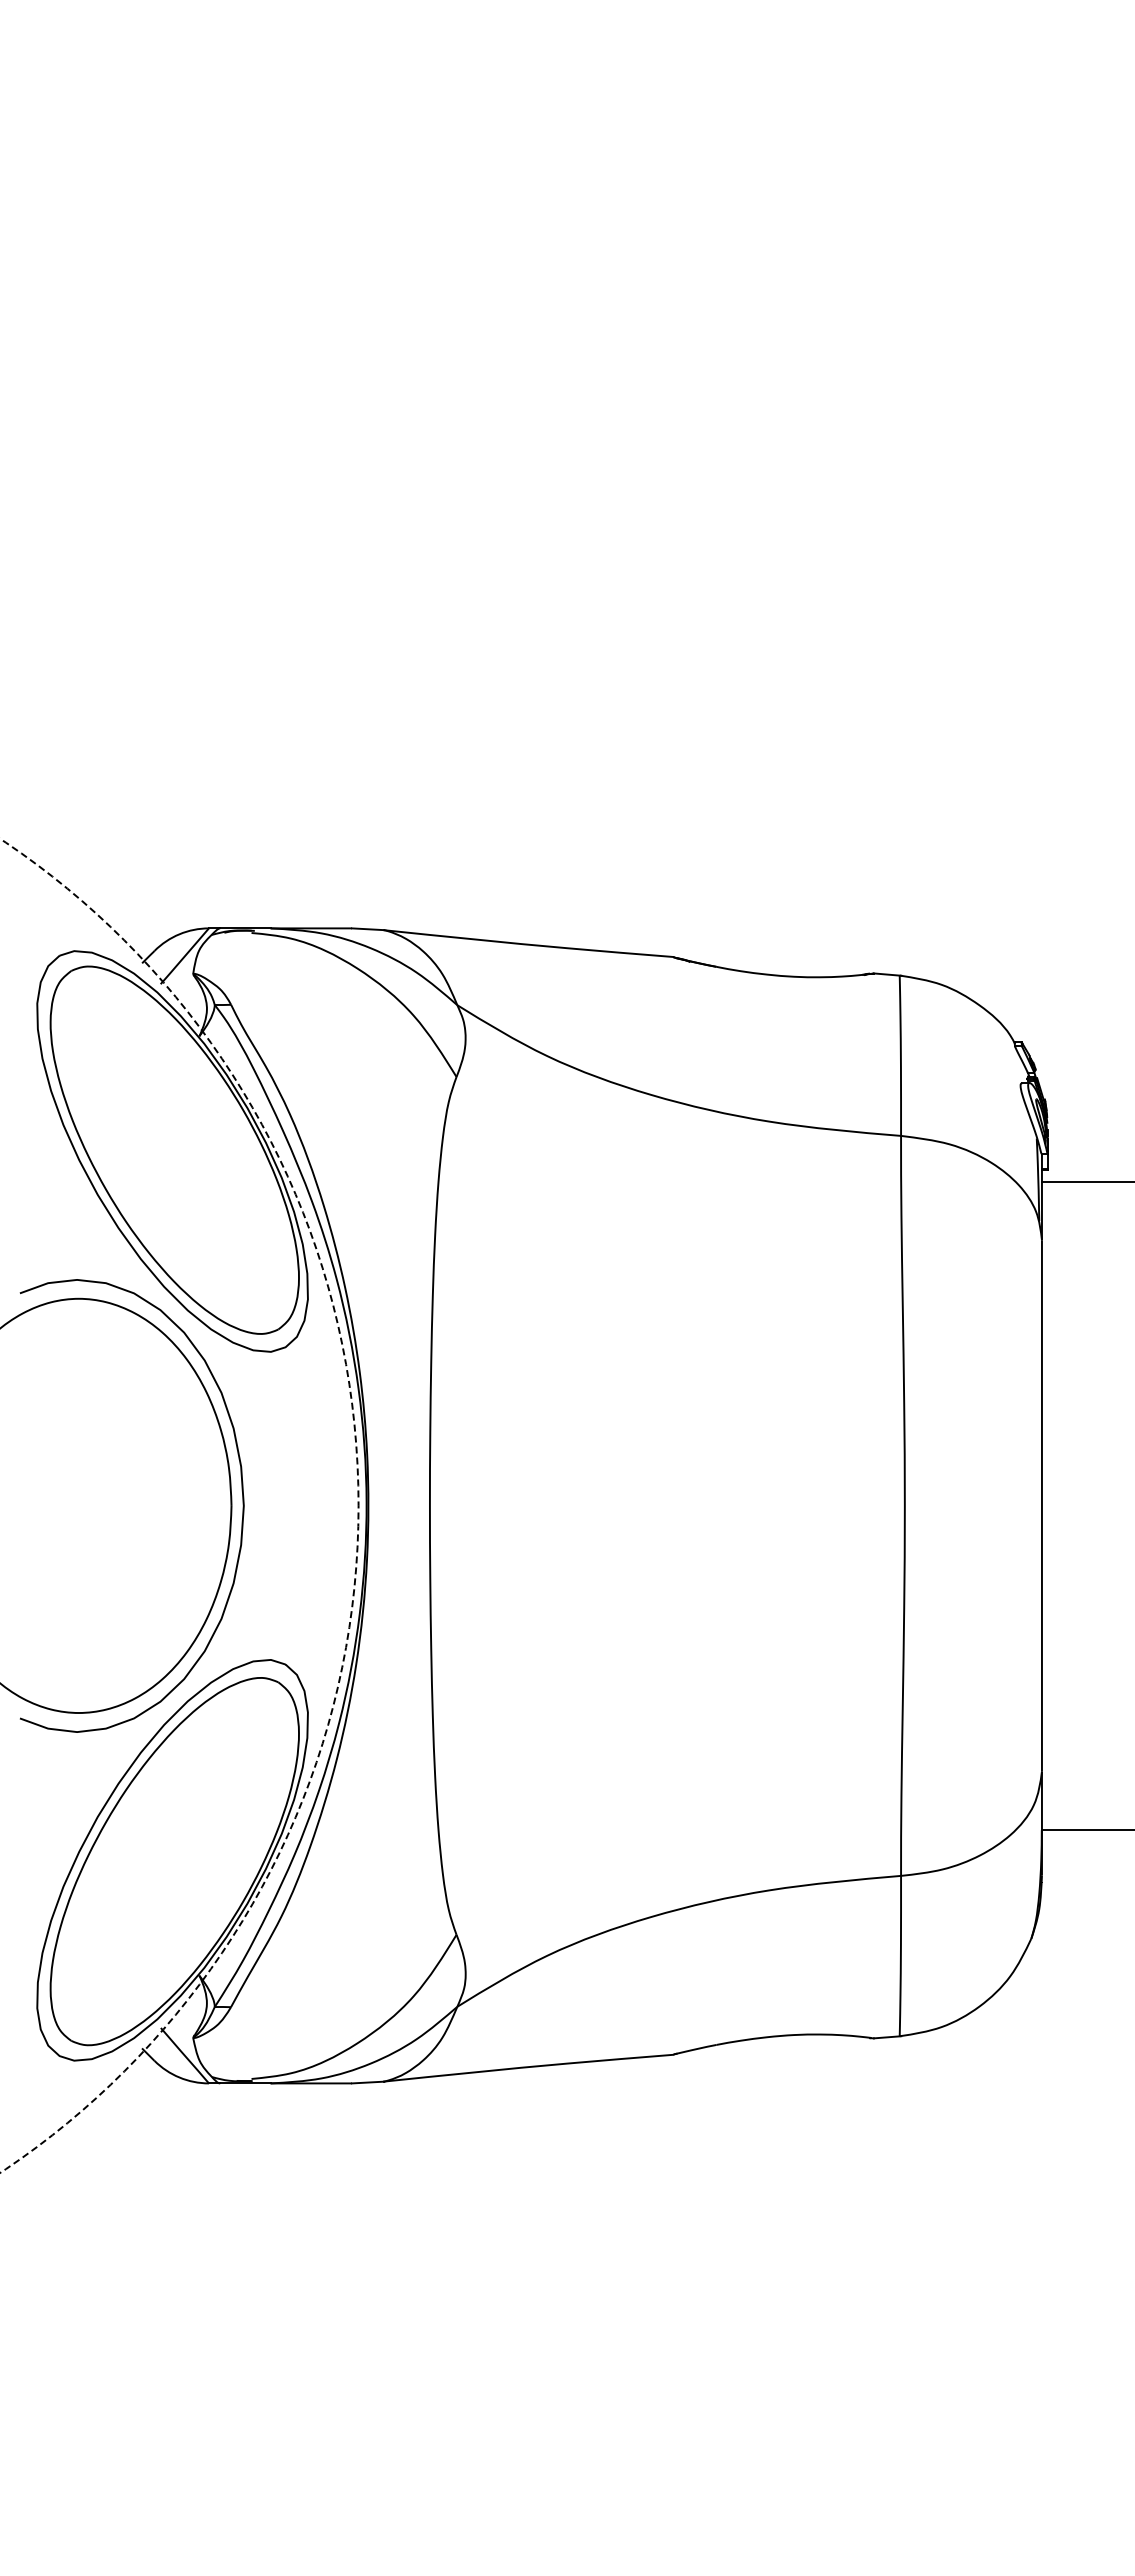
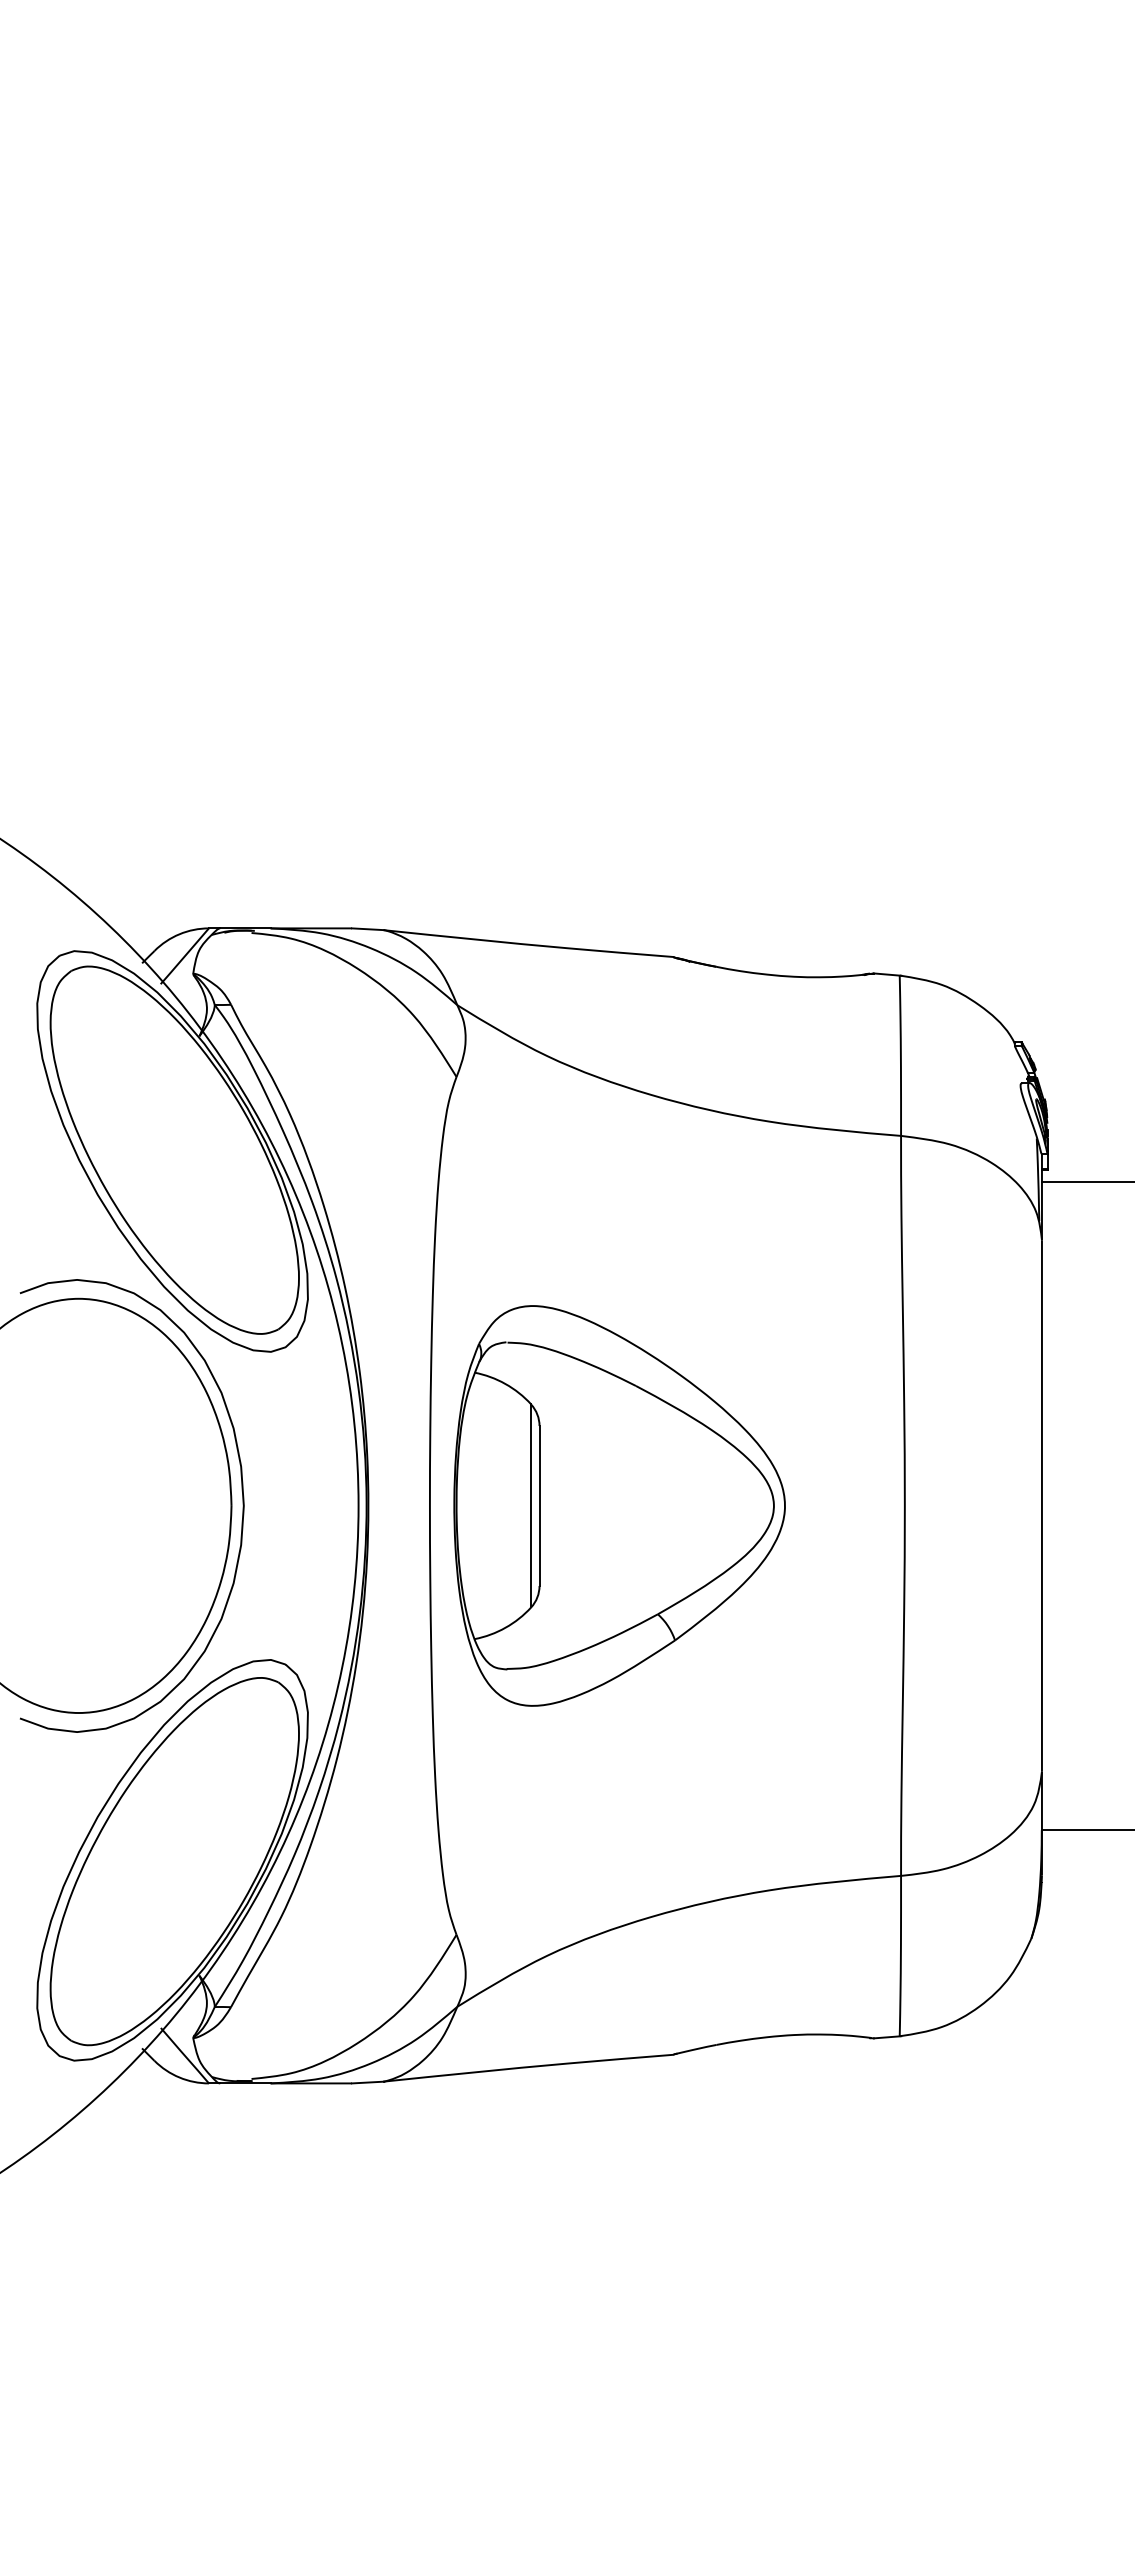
arc at (358, 1505): dashed -> solid
part at (619, 1505): none -> present
